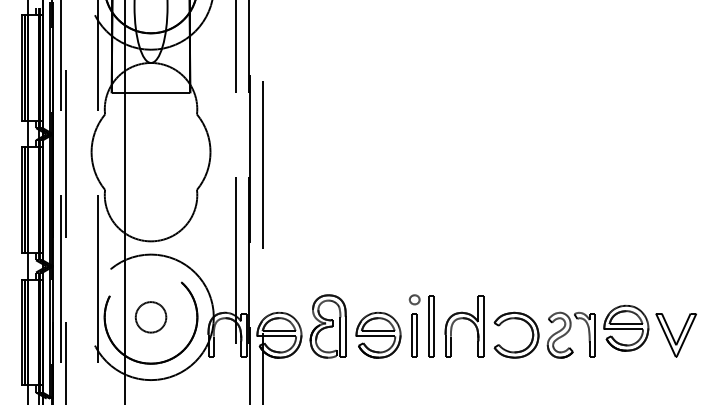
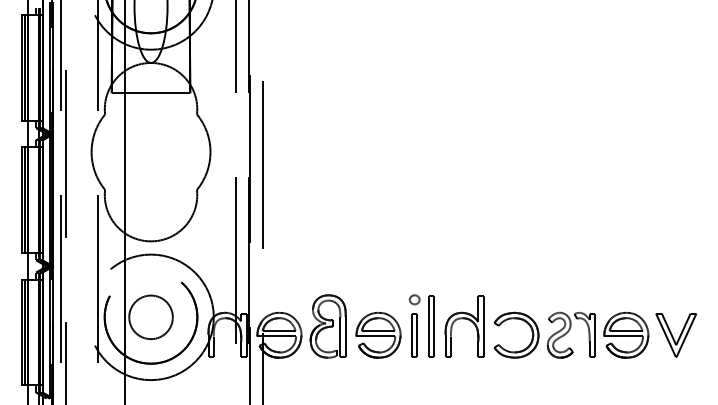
circle at (150, 317) diameter: 31 px -> 44 px
part at (626, 327) position: (626, 327) -> (626, 334)
